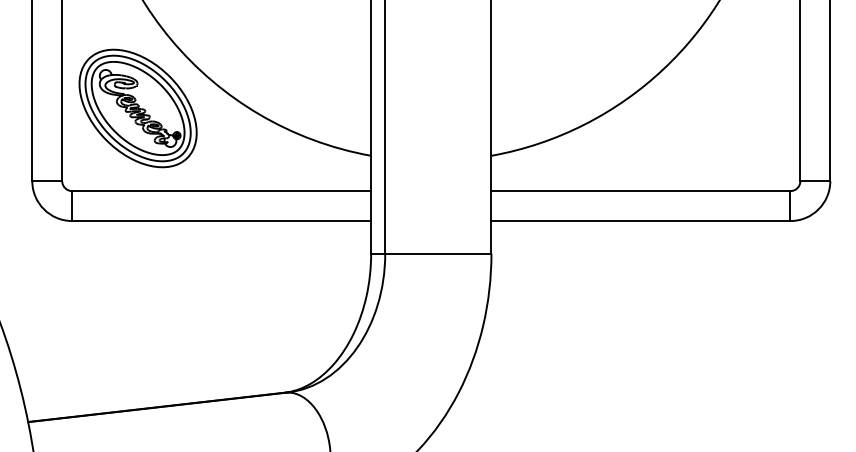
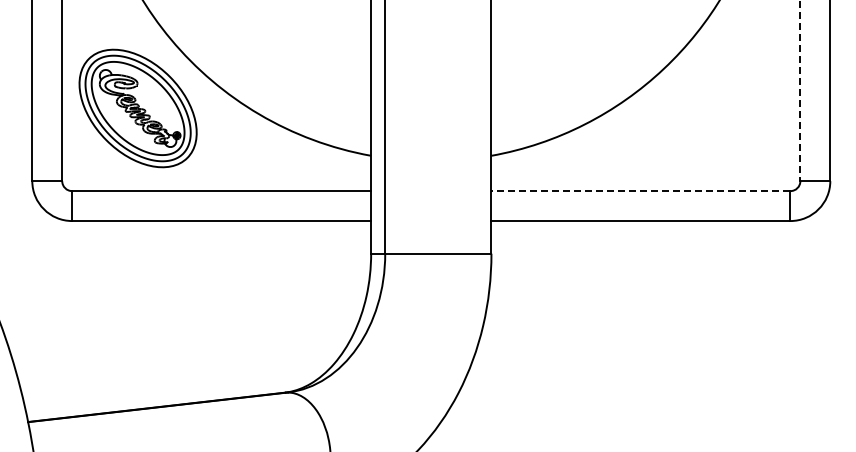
line at (800, 91): solid -> dashed
line at (640, 191): solid -> dashed
